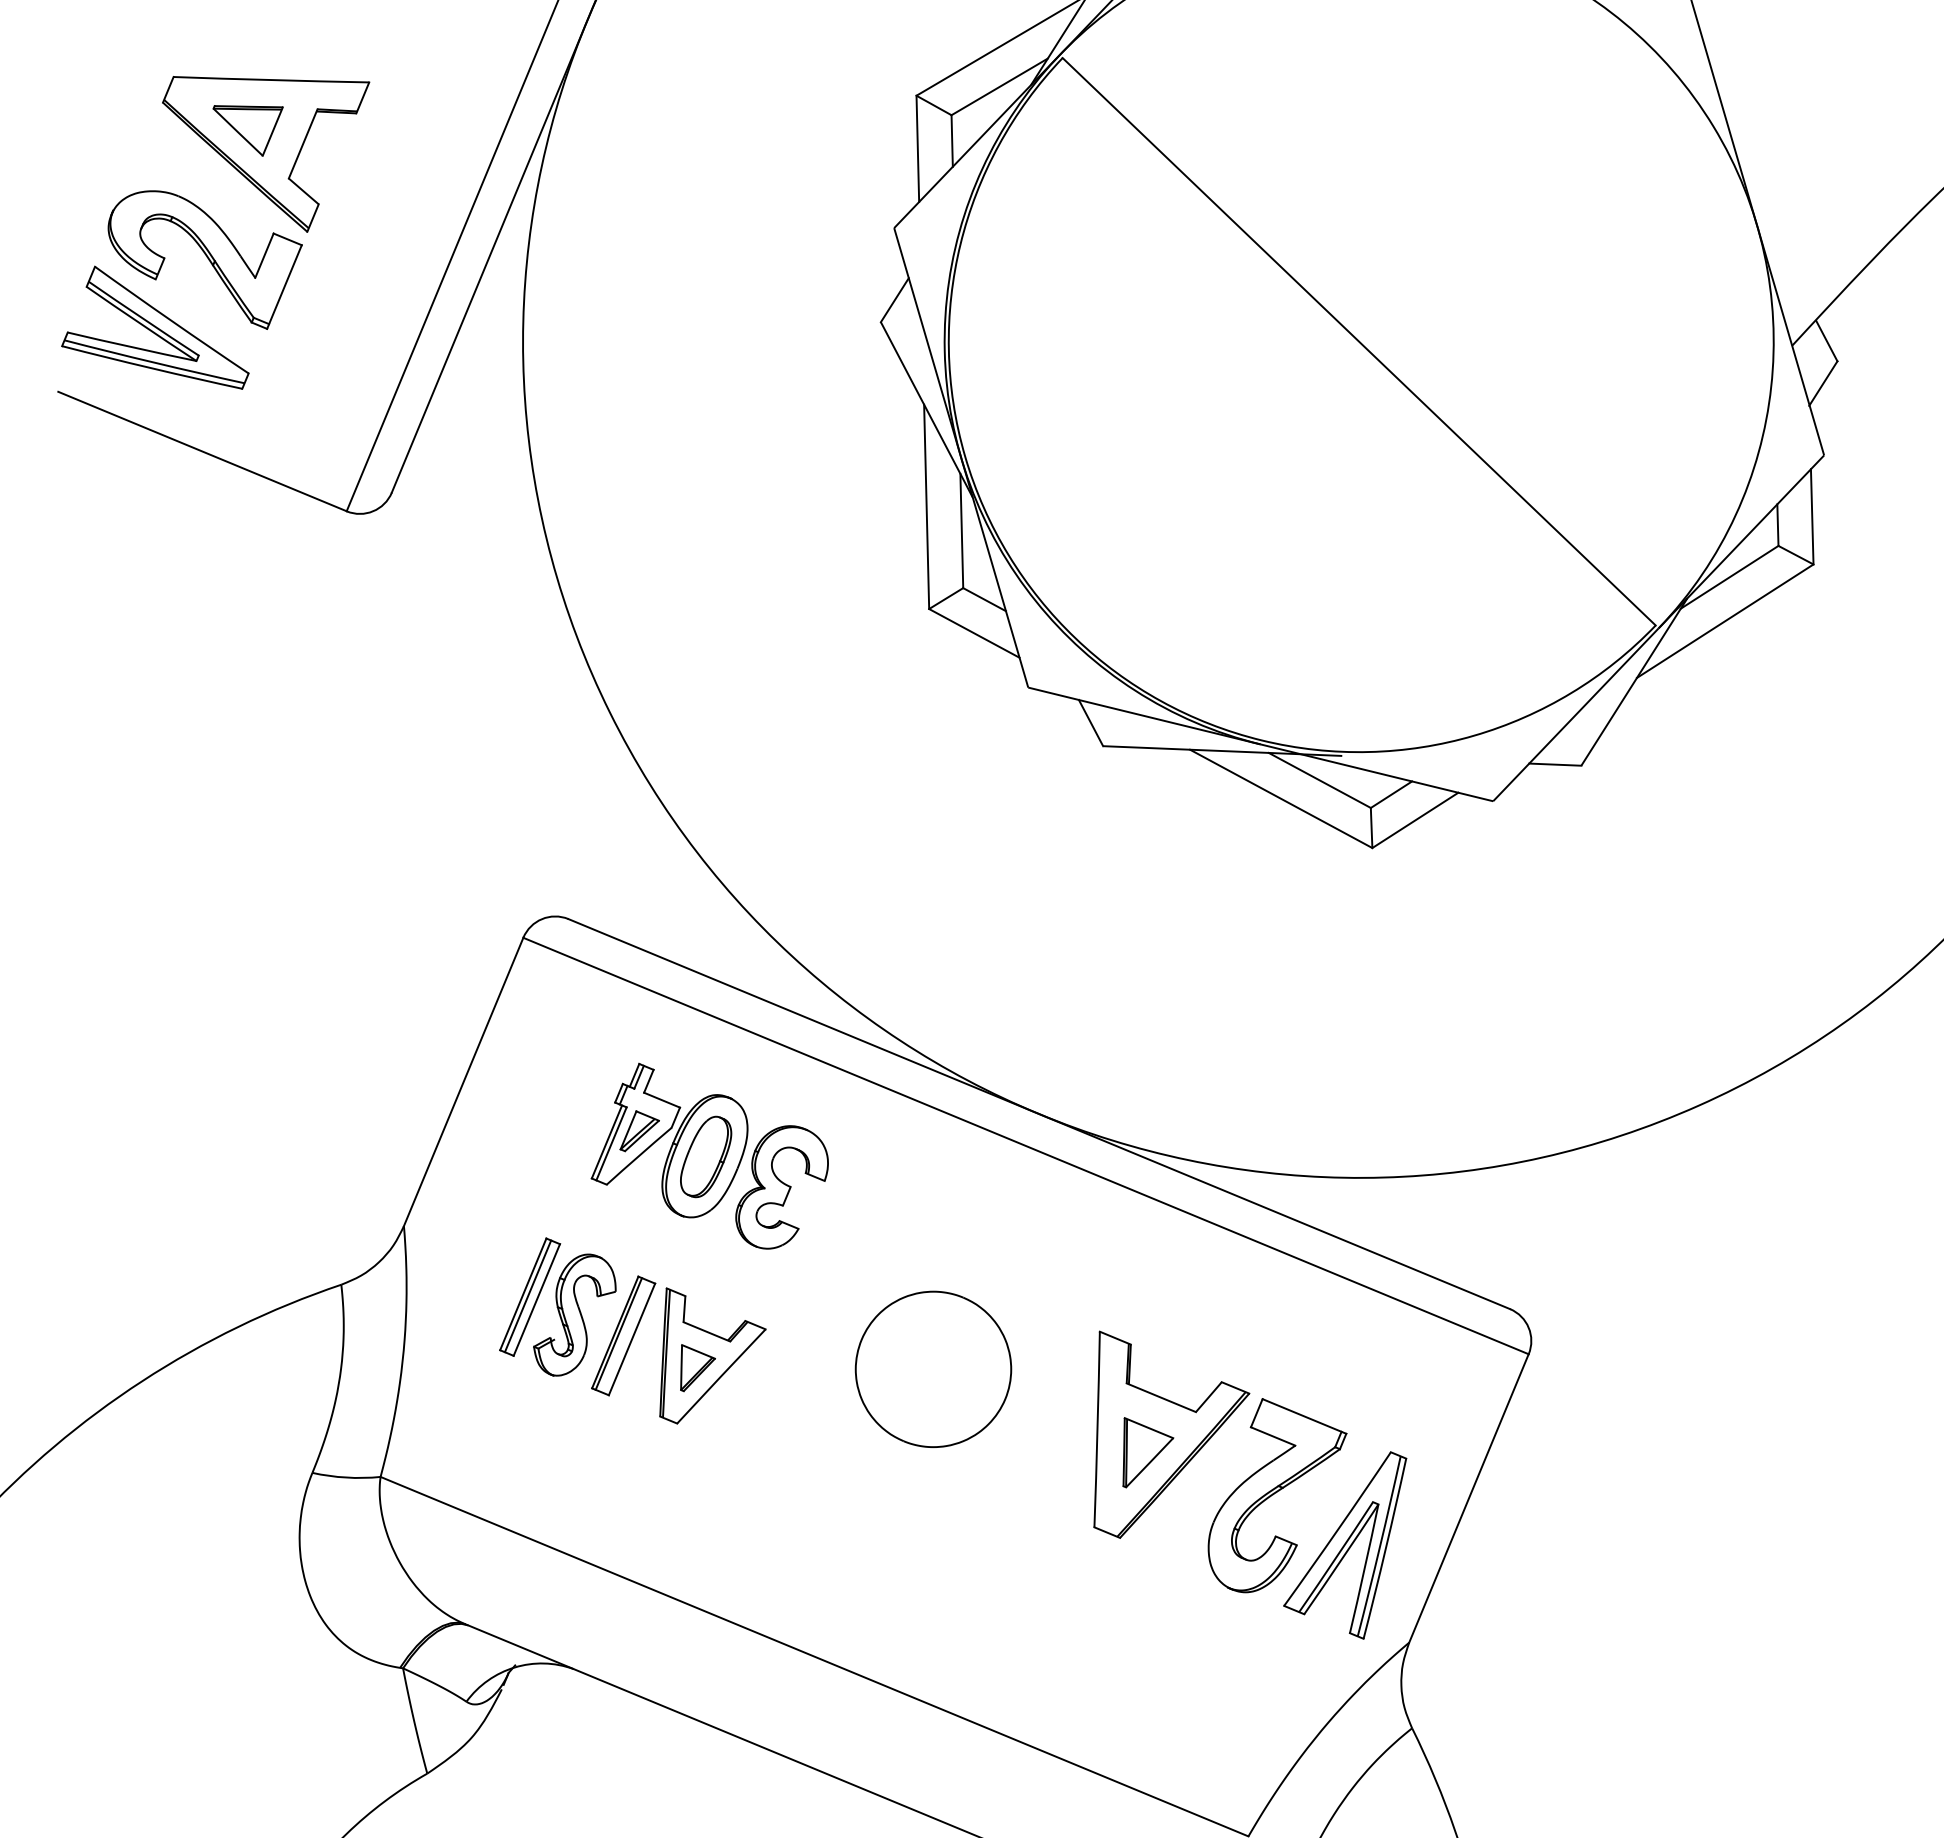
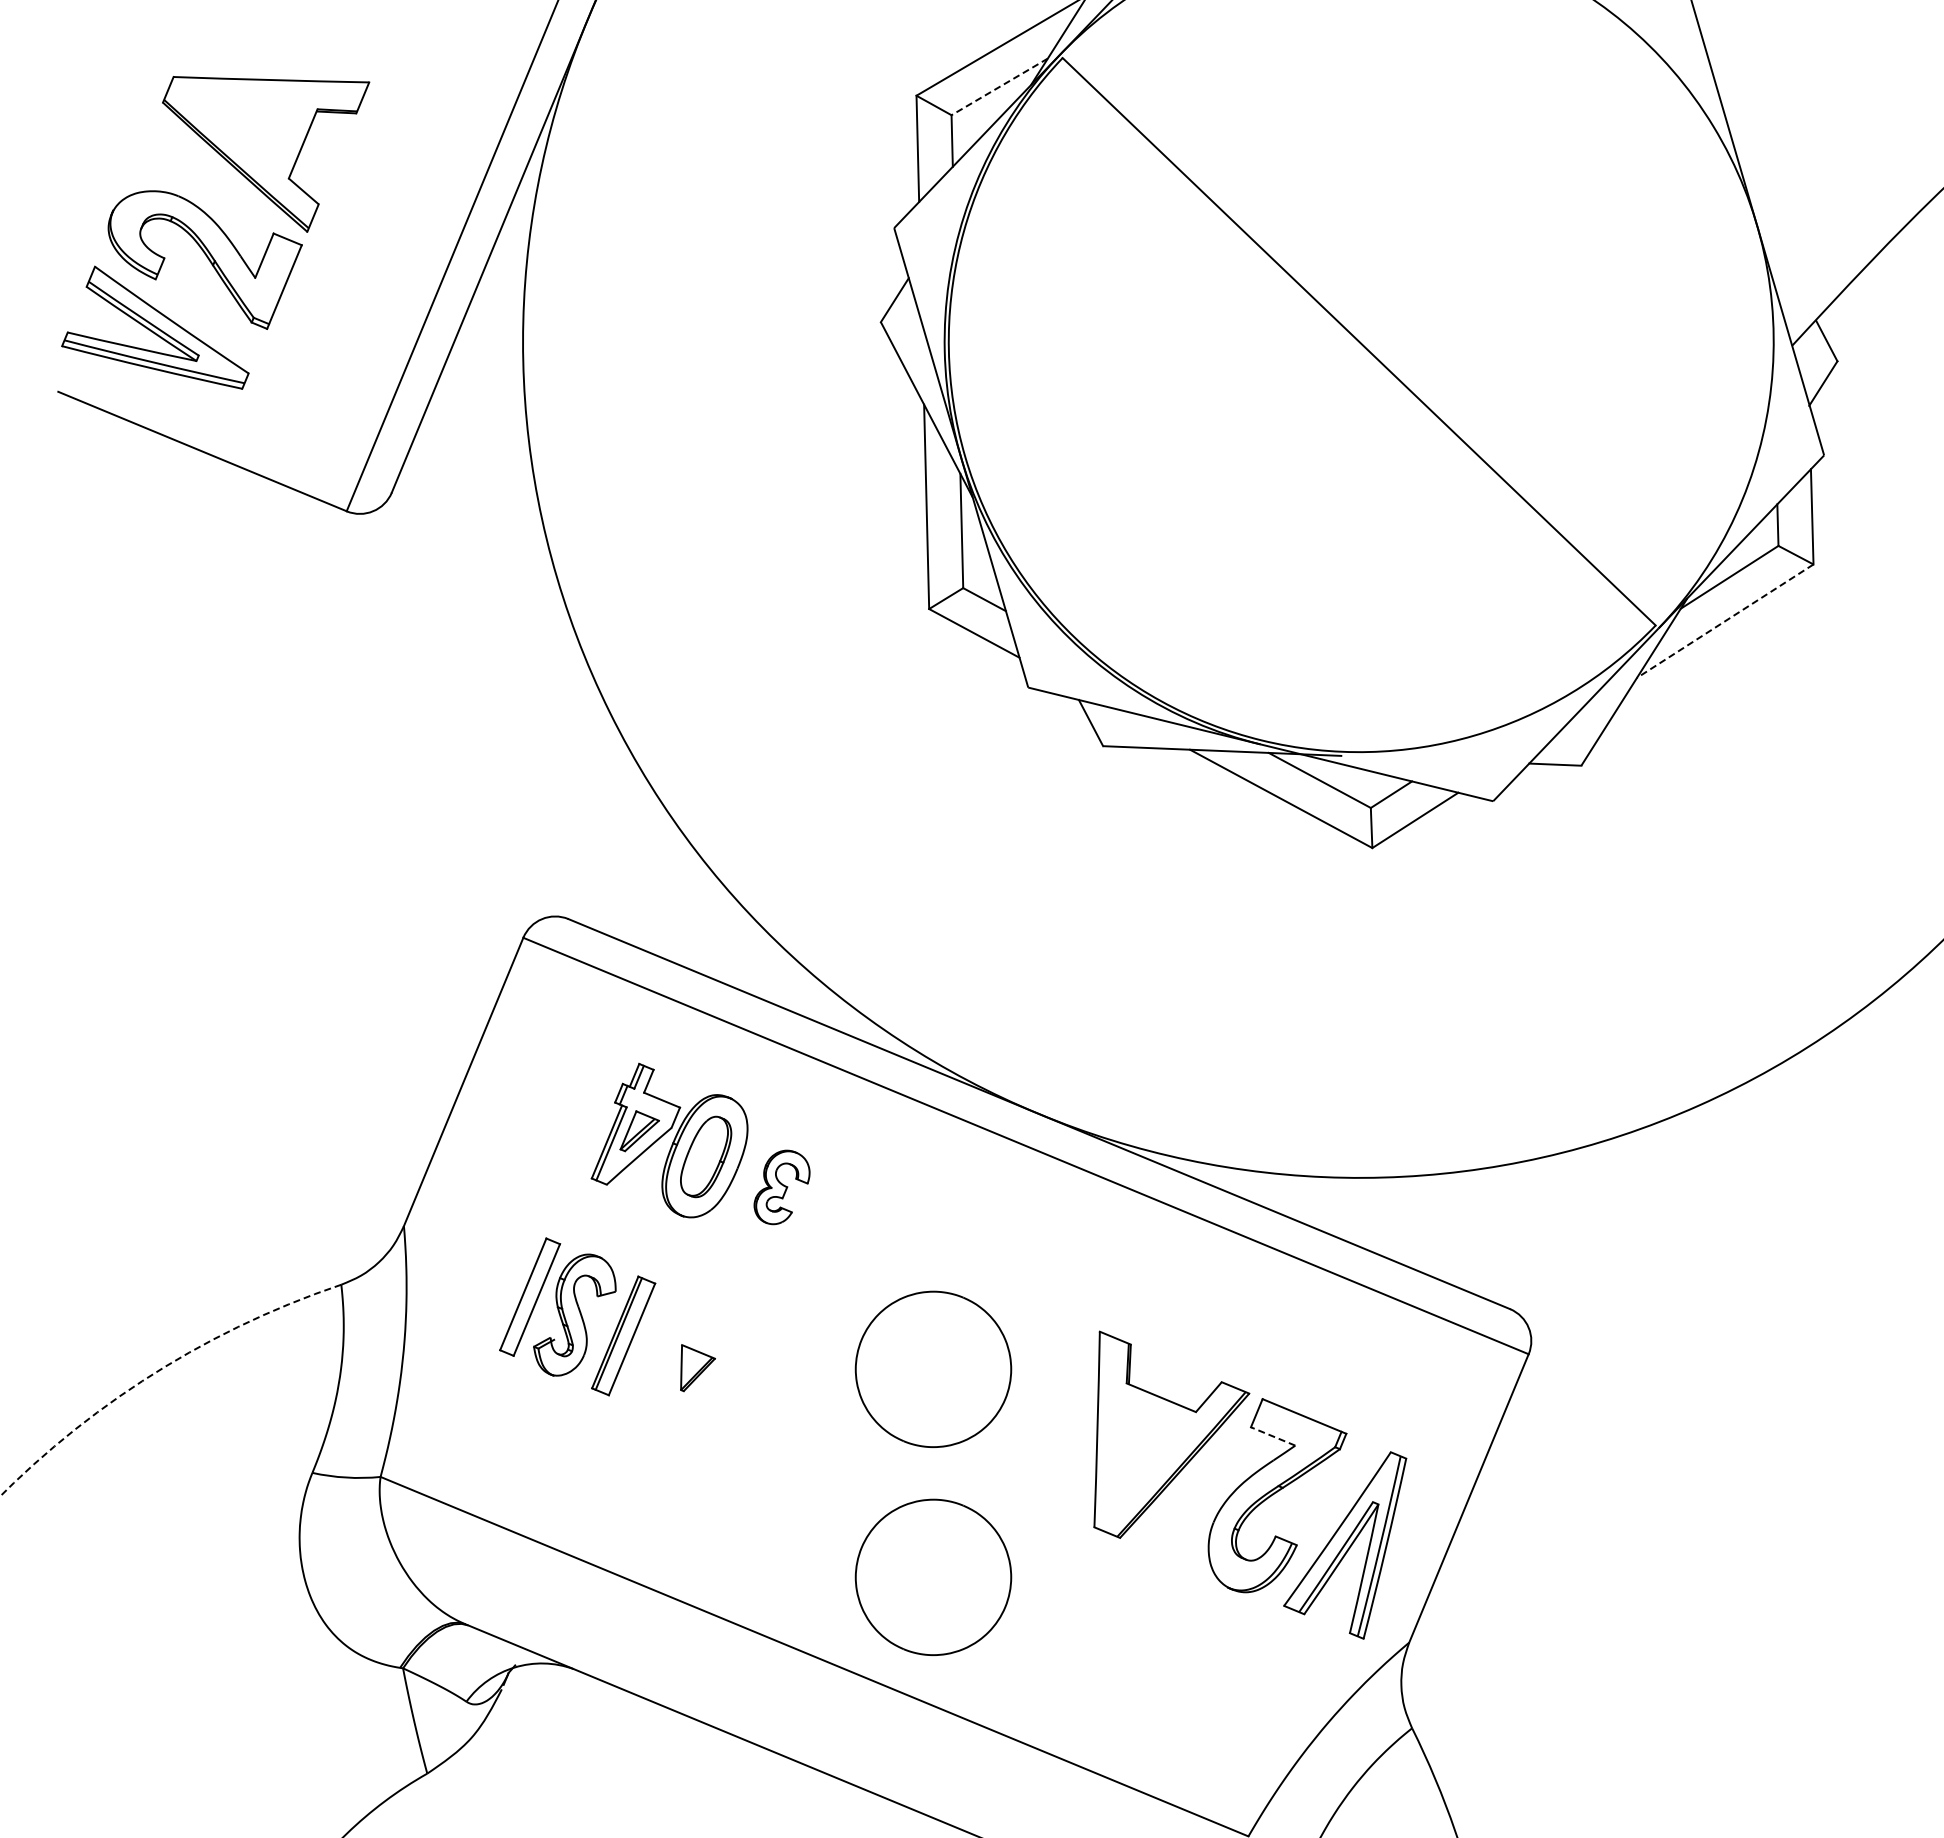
line at (999, 86): solid -> dashed
part at (247, 130): present -> none
line at (1725, 621): solid -> dashed
part at (781, 1187) size: 94x125 px -> 58x77 px
line at (527, 1296): present -> none
part at (712, 1355): present -> none
arc at (157, 1371): solid -> dashed
line at (1273, 1436): solid -> dashed
part at (1148, 1452): present -> none
part at (933, 1576): none -> present
